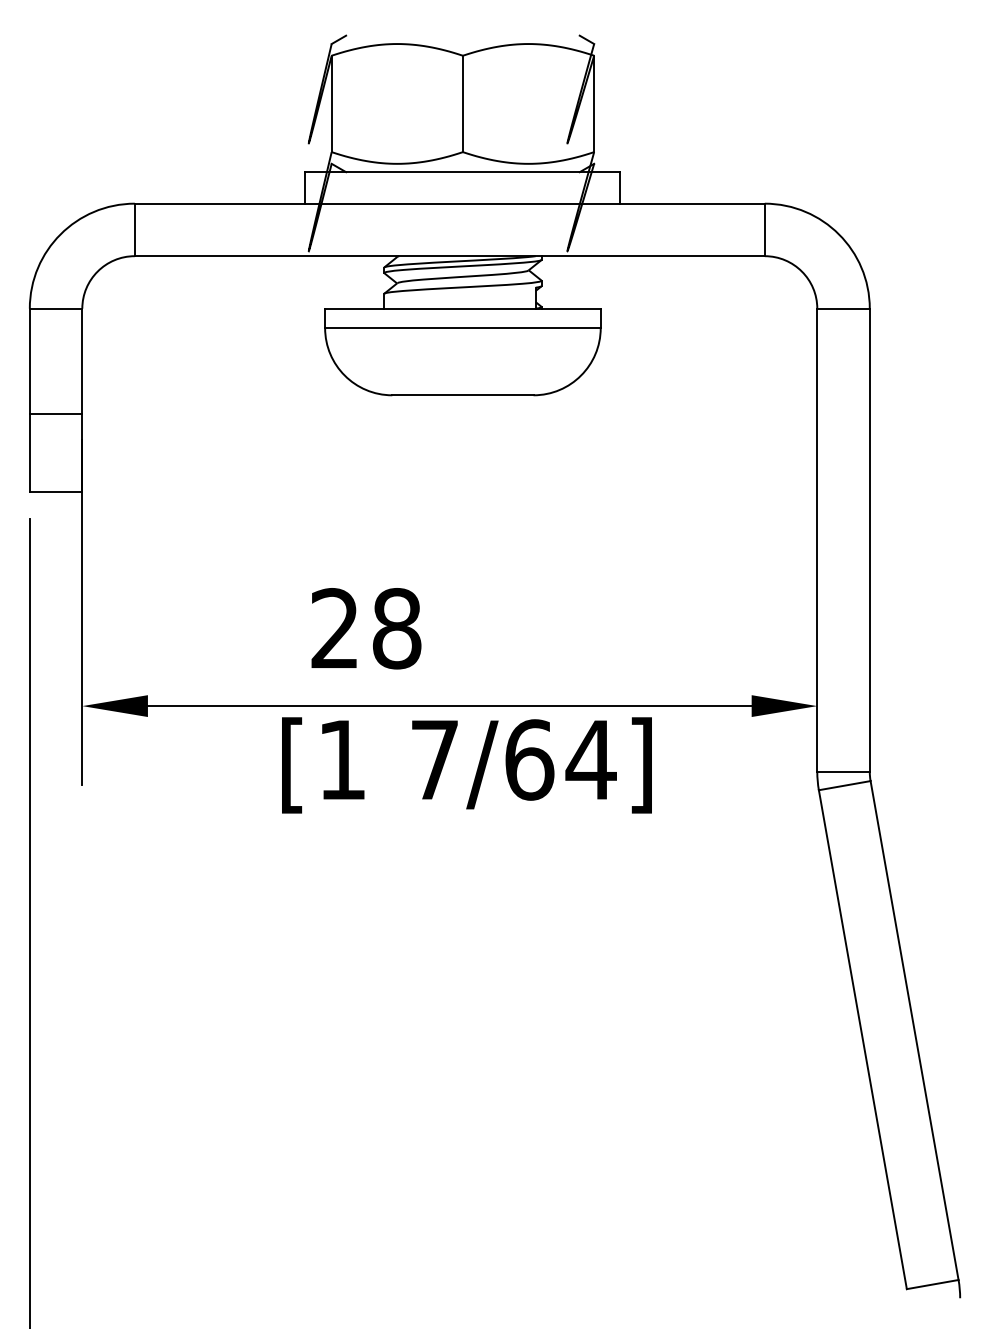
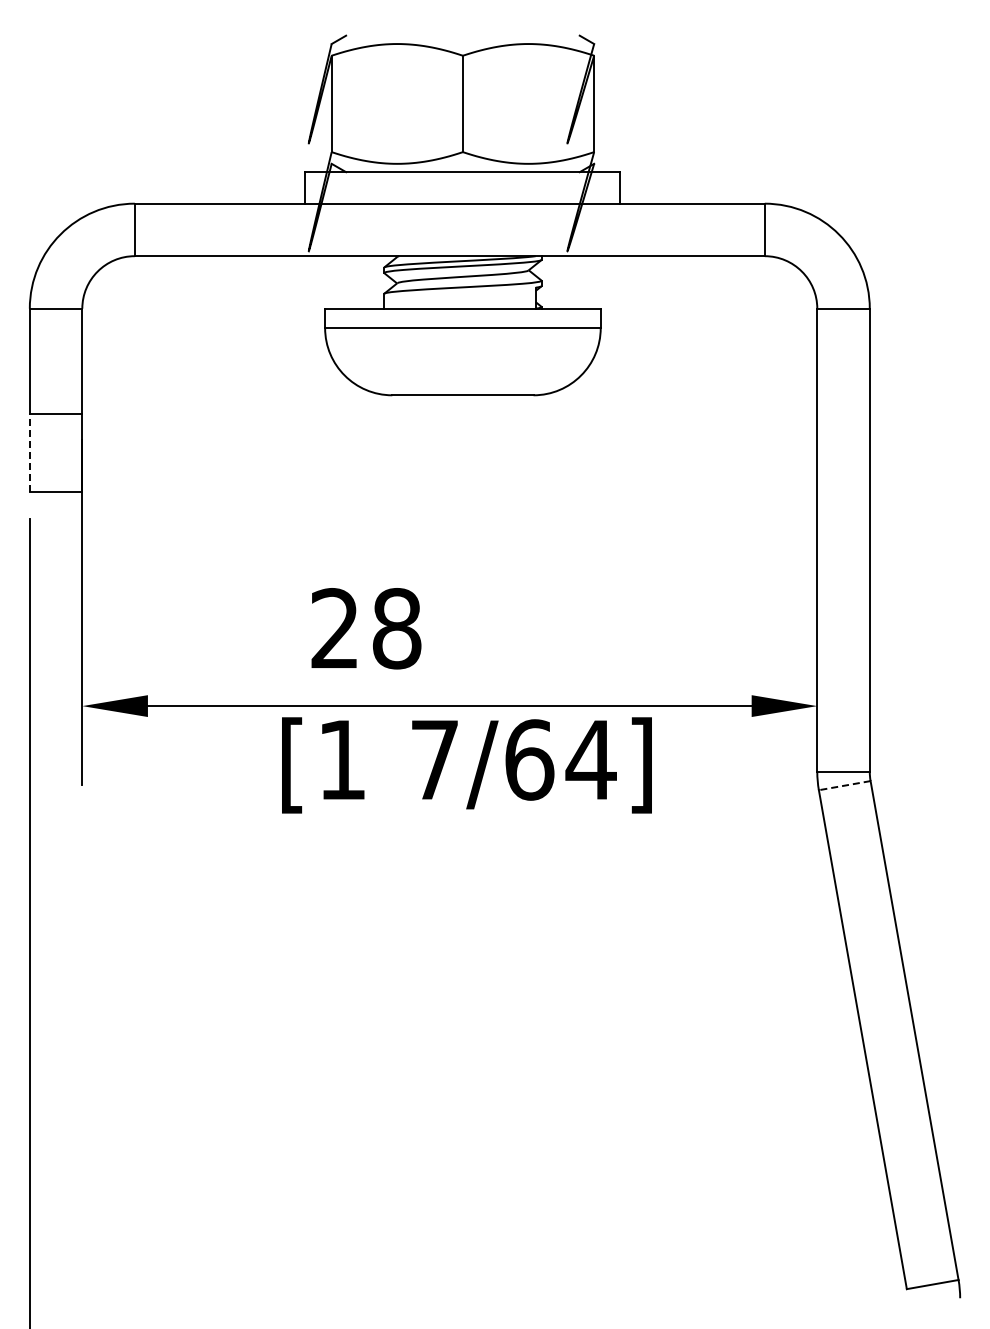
line at (29, 452): solid -> dashed
line at (844, 785): solid -> dashed
